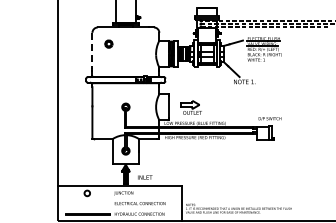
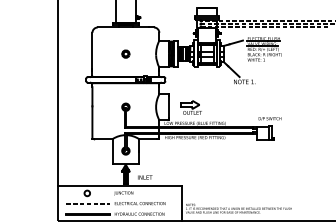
part at (108, 43) position: (108, 43) -> (125, 53)
line at (92, 50): dashed -> solid
line at (88, 203): none -> present
